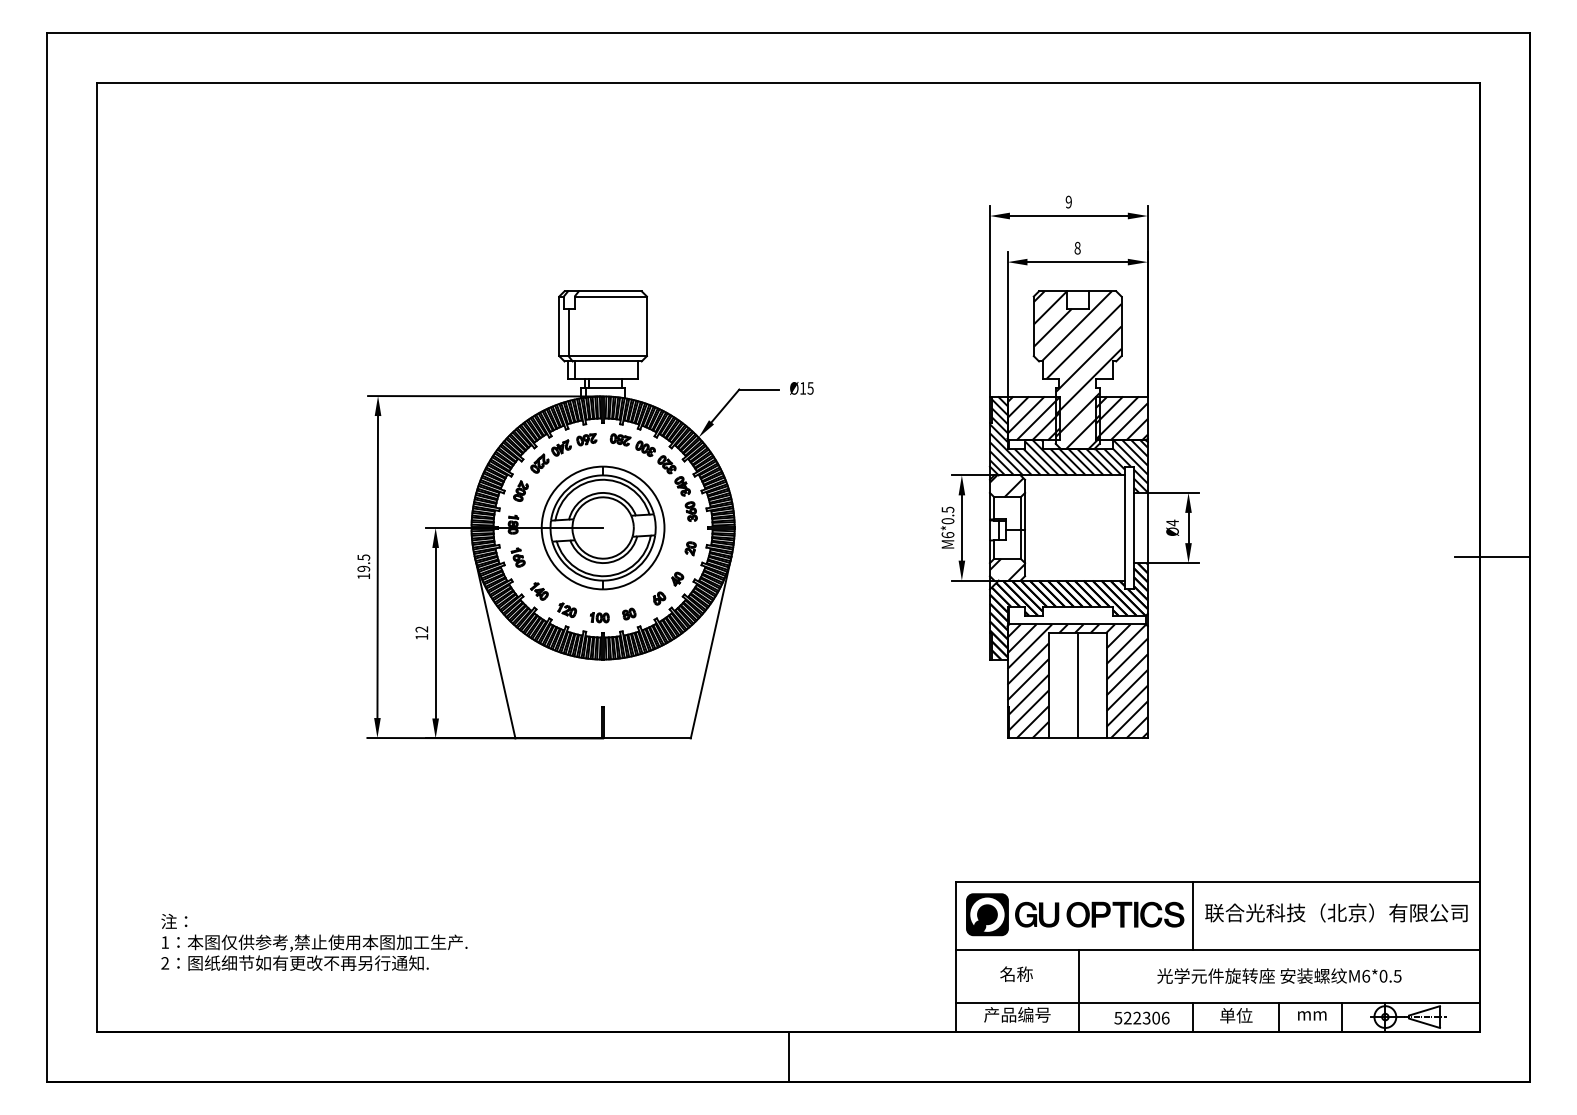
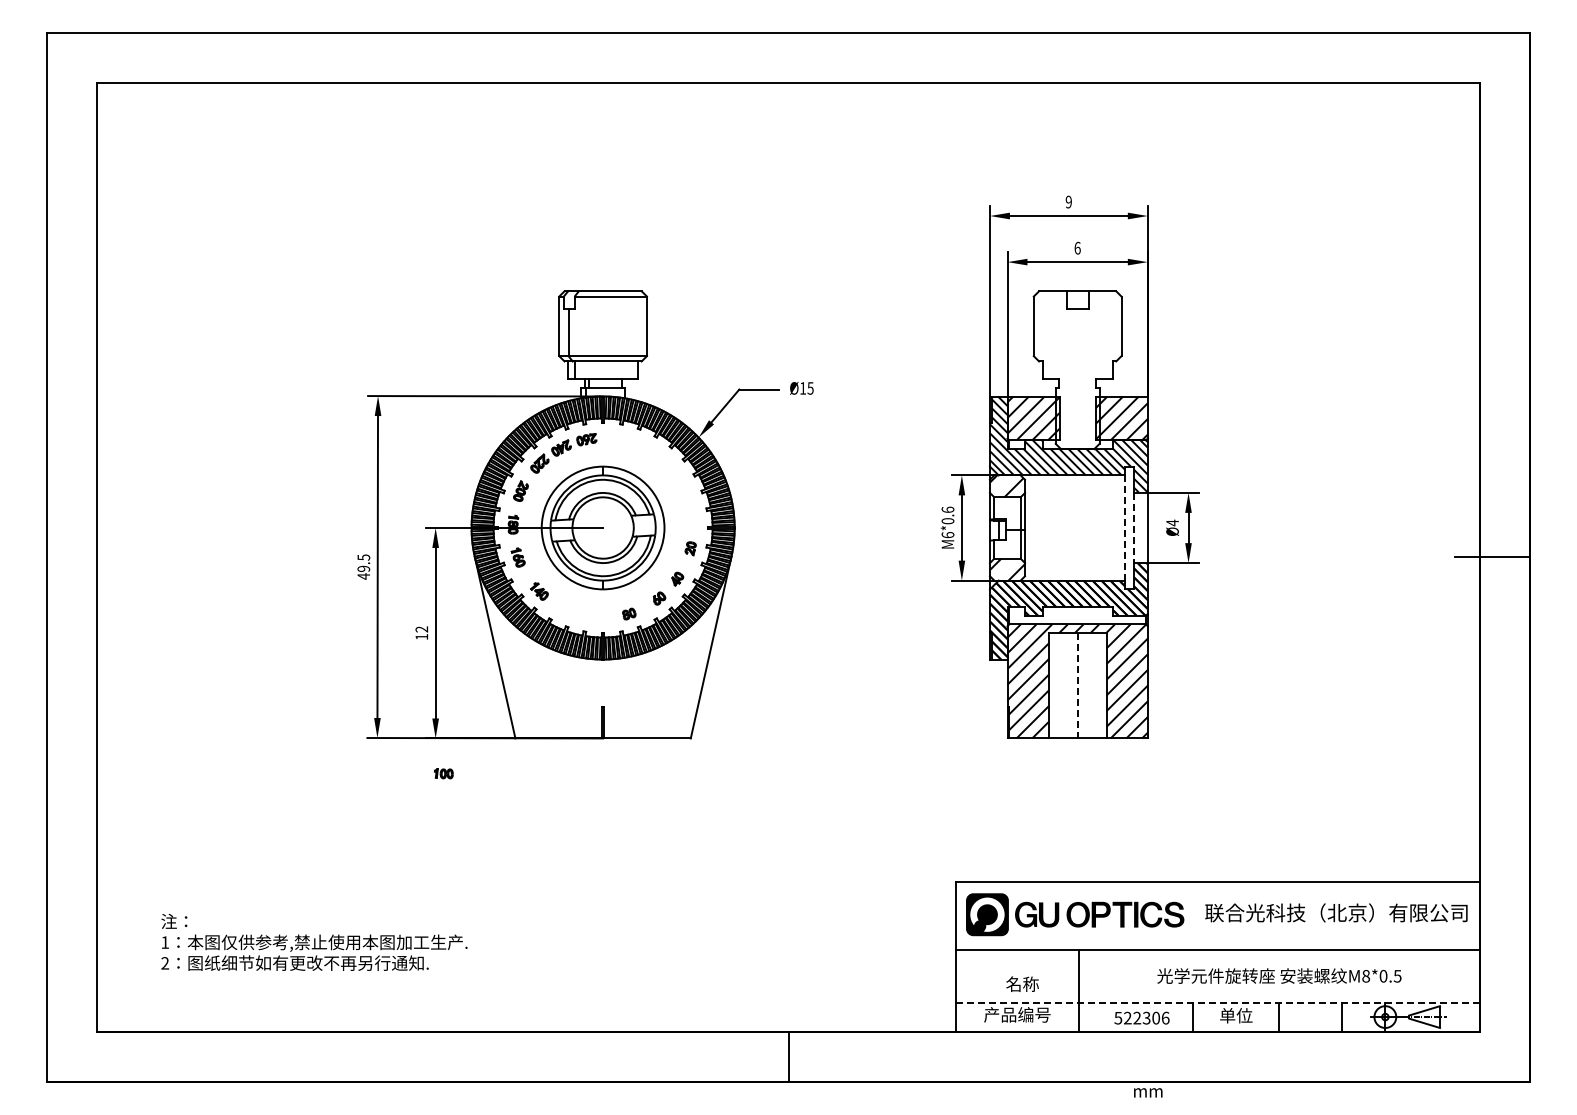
text at (1077, 247): 8 -> 6
hatch at (1077, 370): present -> none
part at (662, 467): present -> none
text at (947, 509): M6*0.5 -> M6*0.6
line at (1125, 528): solid -> dashed
line at (1133, 528): solid -> dashed
text at (363, 576): 19.5 -> 49.5
part at (566, 609): present -> none
part at (599, 617) position: (599, 617) -> (443, 773)
line at (1077, 685): solid -> dashed
line at (1193, 915): present -> none
text at (1016, 973) position: (1016, 973) -> (1022, 983)
text at (1366, 976): M6*0.5 -> M8*0.5
line at (1218, 1002): solid -> dashed
text at (1312, 1015) position: (1312, 1015) -> (1148, 1092)
